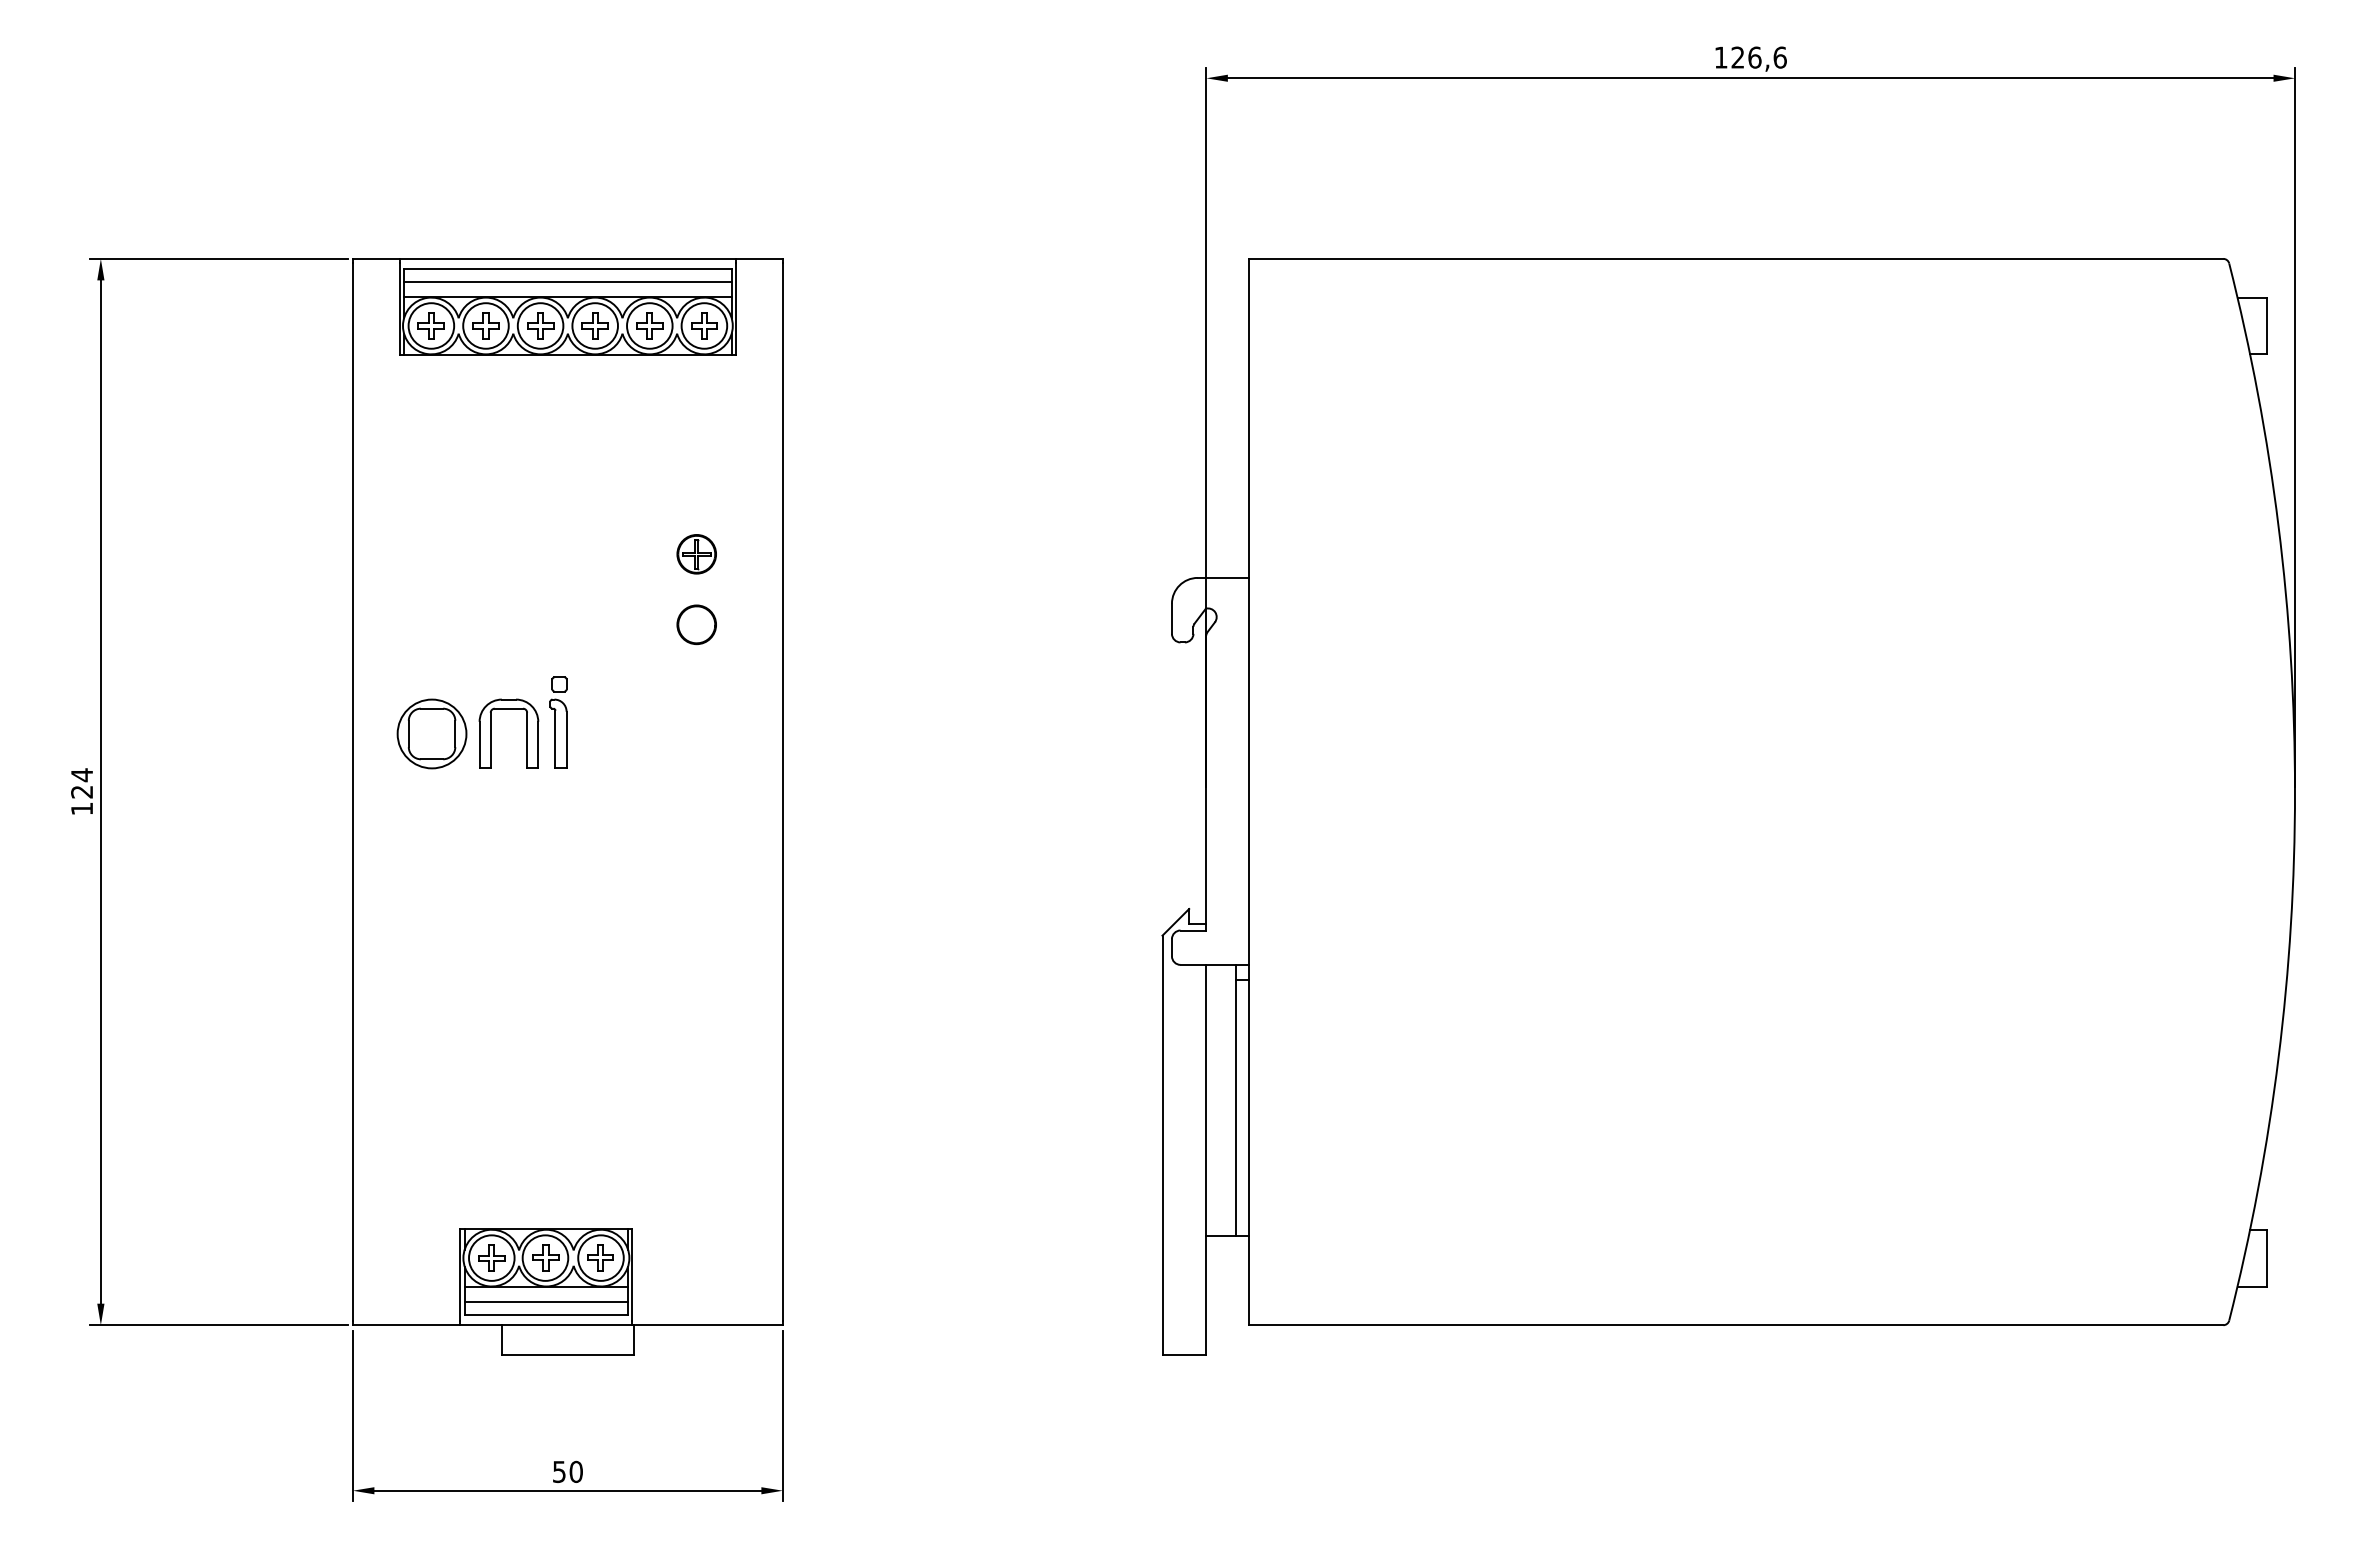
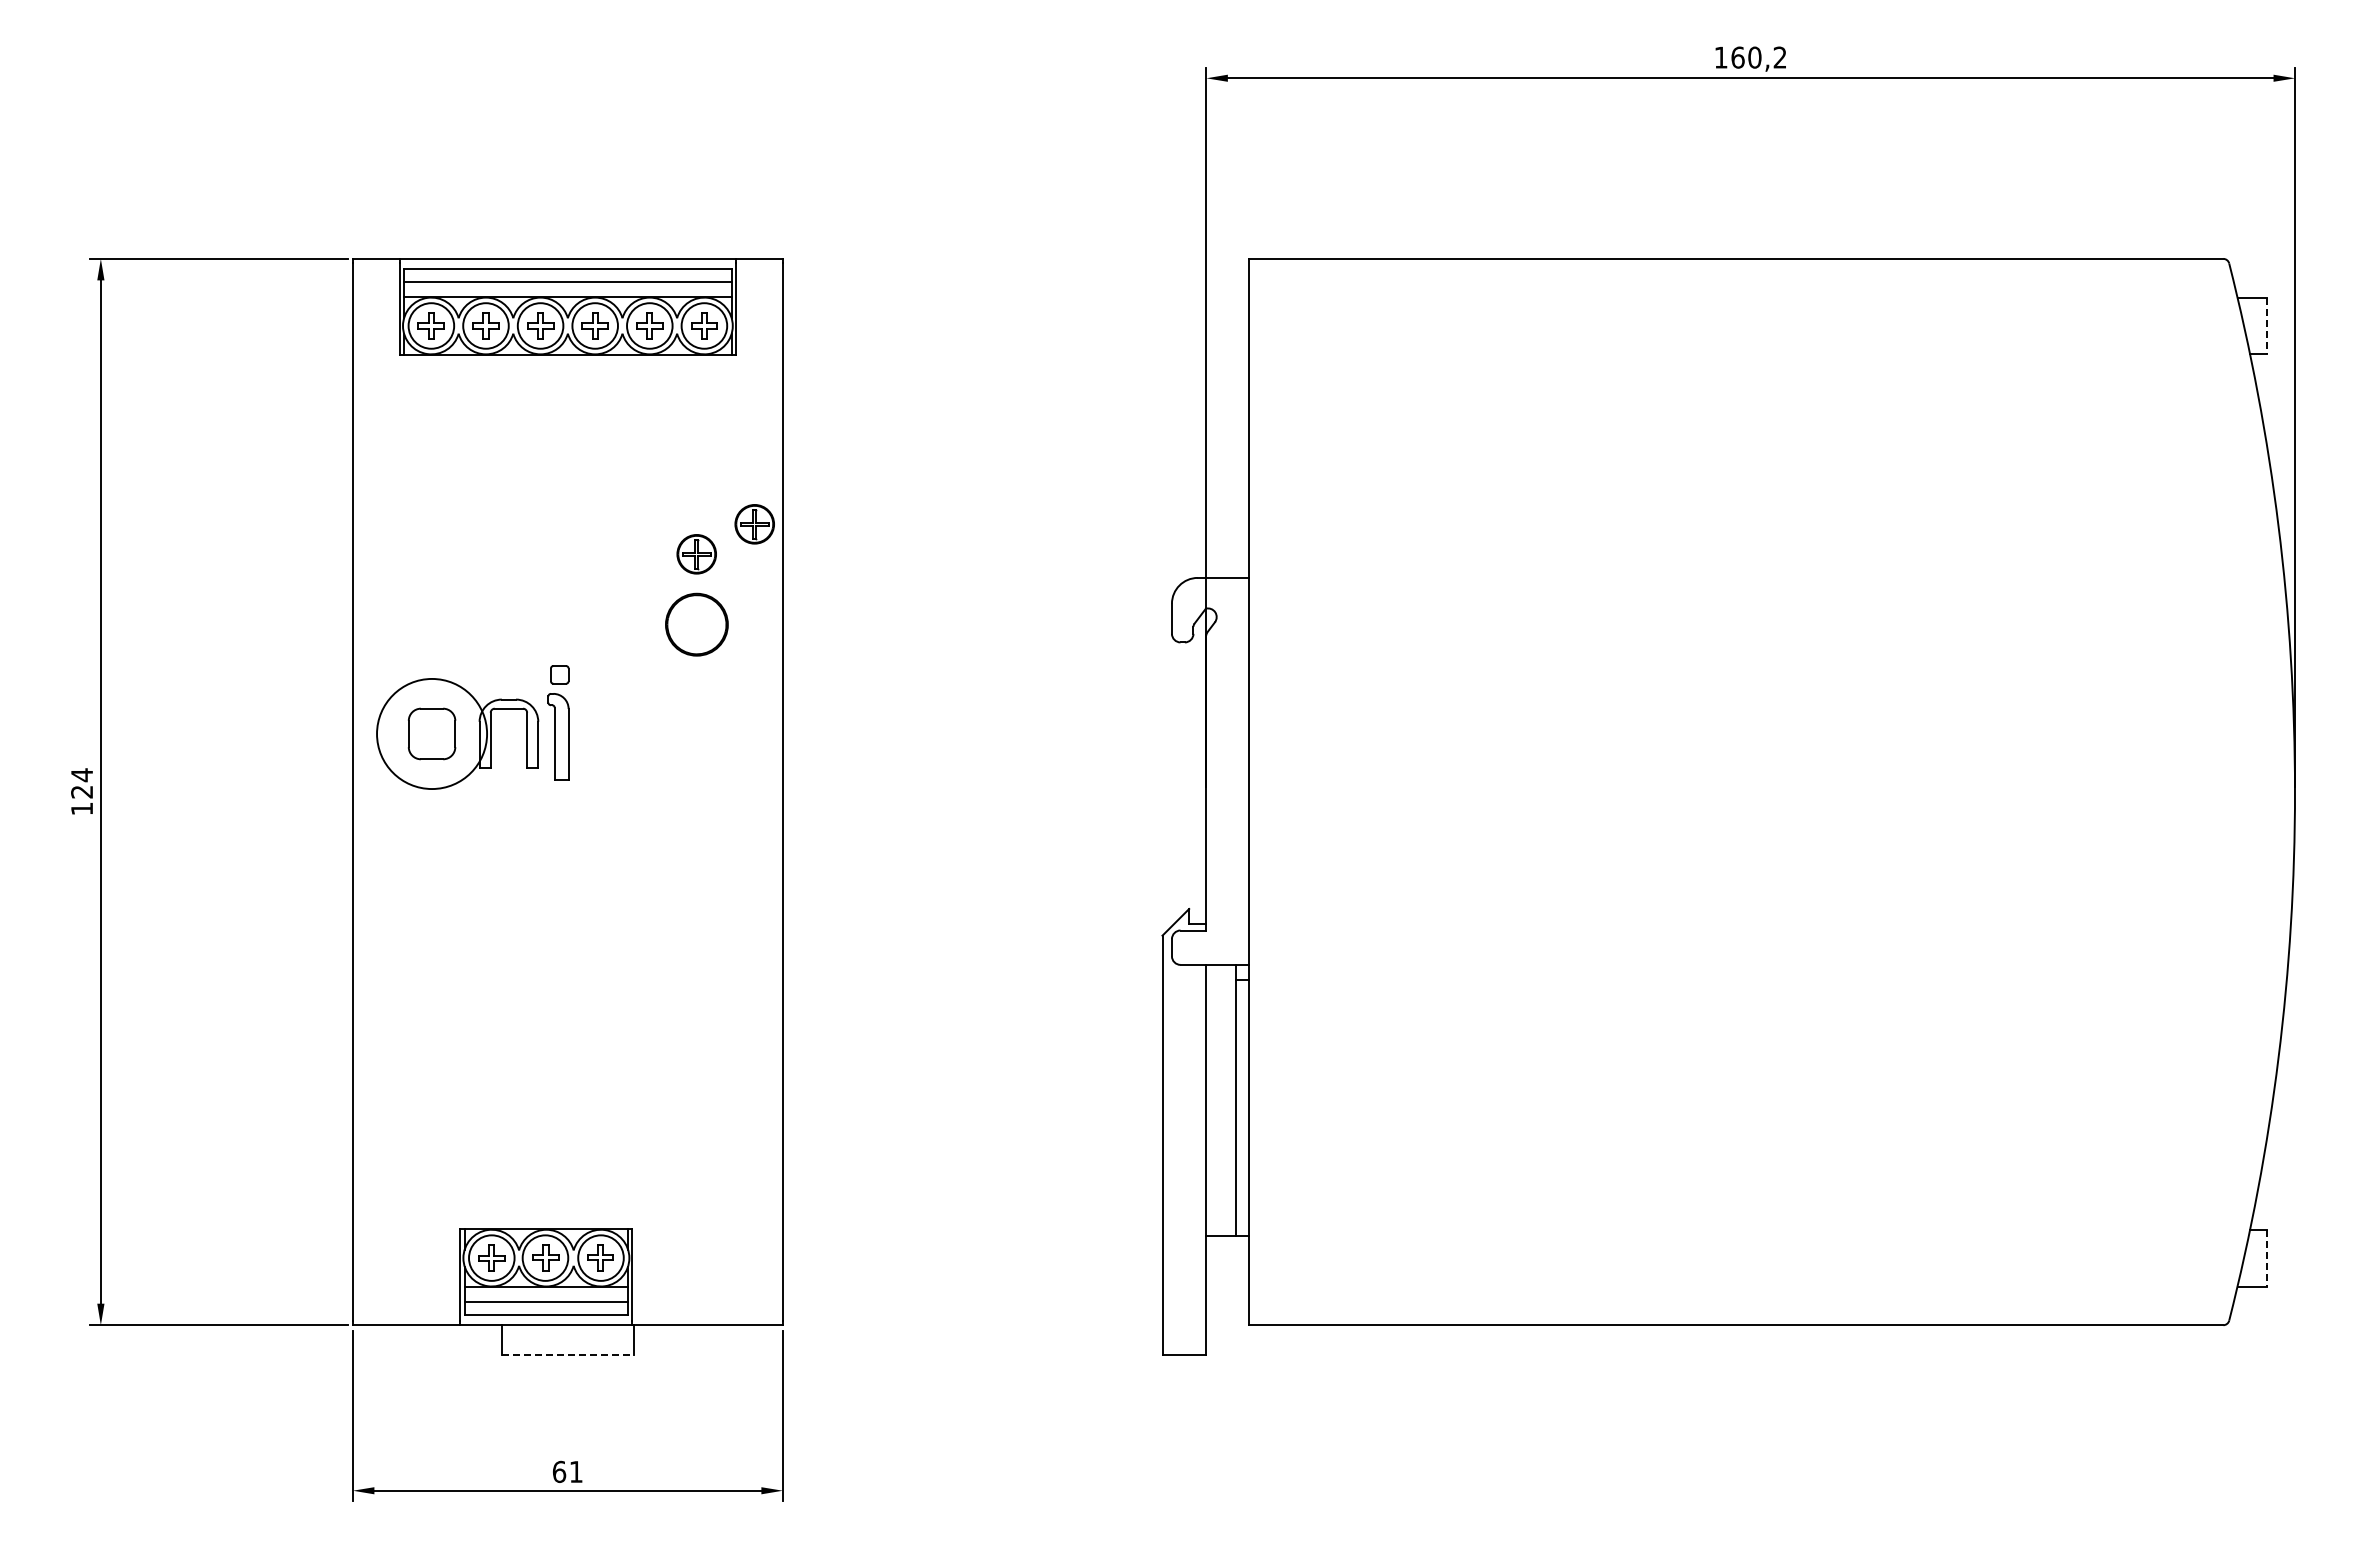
text at (1758, 57): 126,6 -> 160,2
line at (2267, 326): solid -> dashed
part at (754, 524): none -> present
part at (696, 624) size: 41x42 px -> 64x65 px
part at (558, 722) size: 19x93 px -> 23x116 px
circle at (431, 733) diameter: 69 px -> 110 px
line at (2267, 1258): solid -> dashed
line at (568, 1355): solid -> dashed
text at (567, 1471): 50 -> 61
